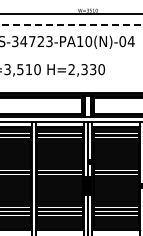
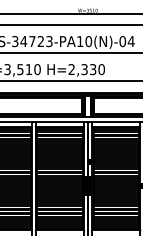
line at (71, 25): dashed -> solid
line at (70, 53): none -> present
line at (70, 81): none -> present
